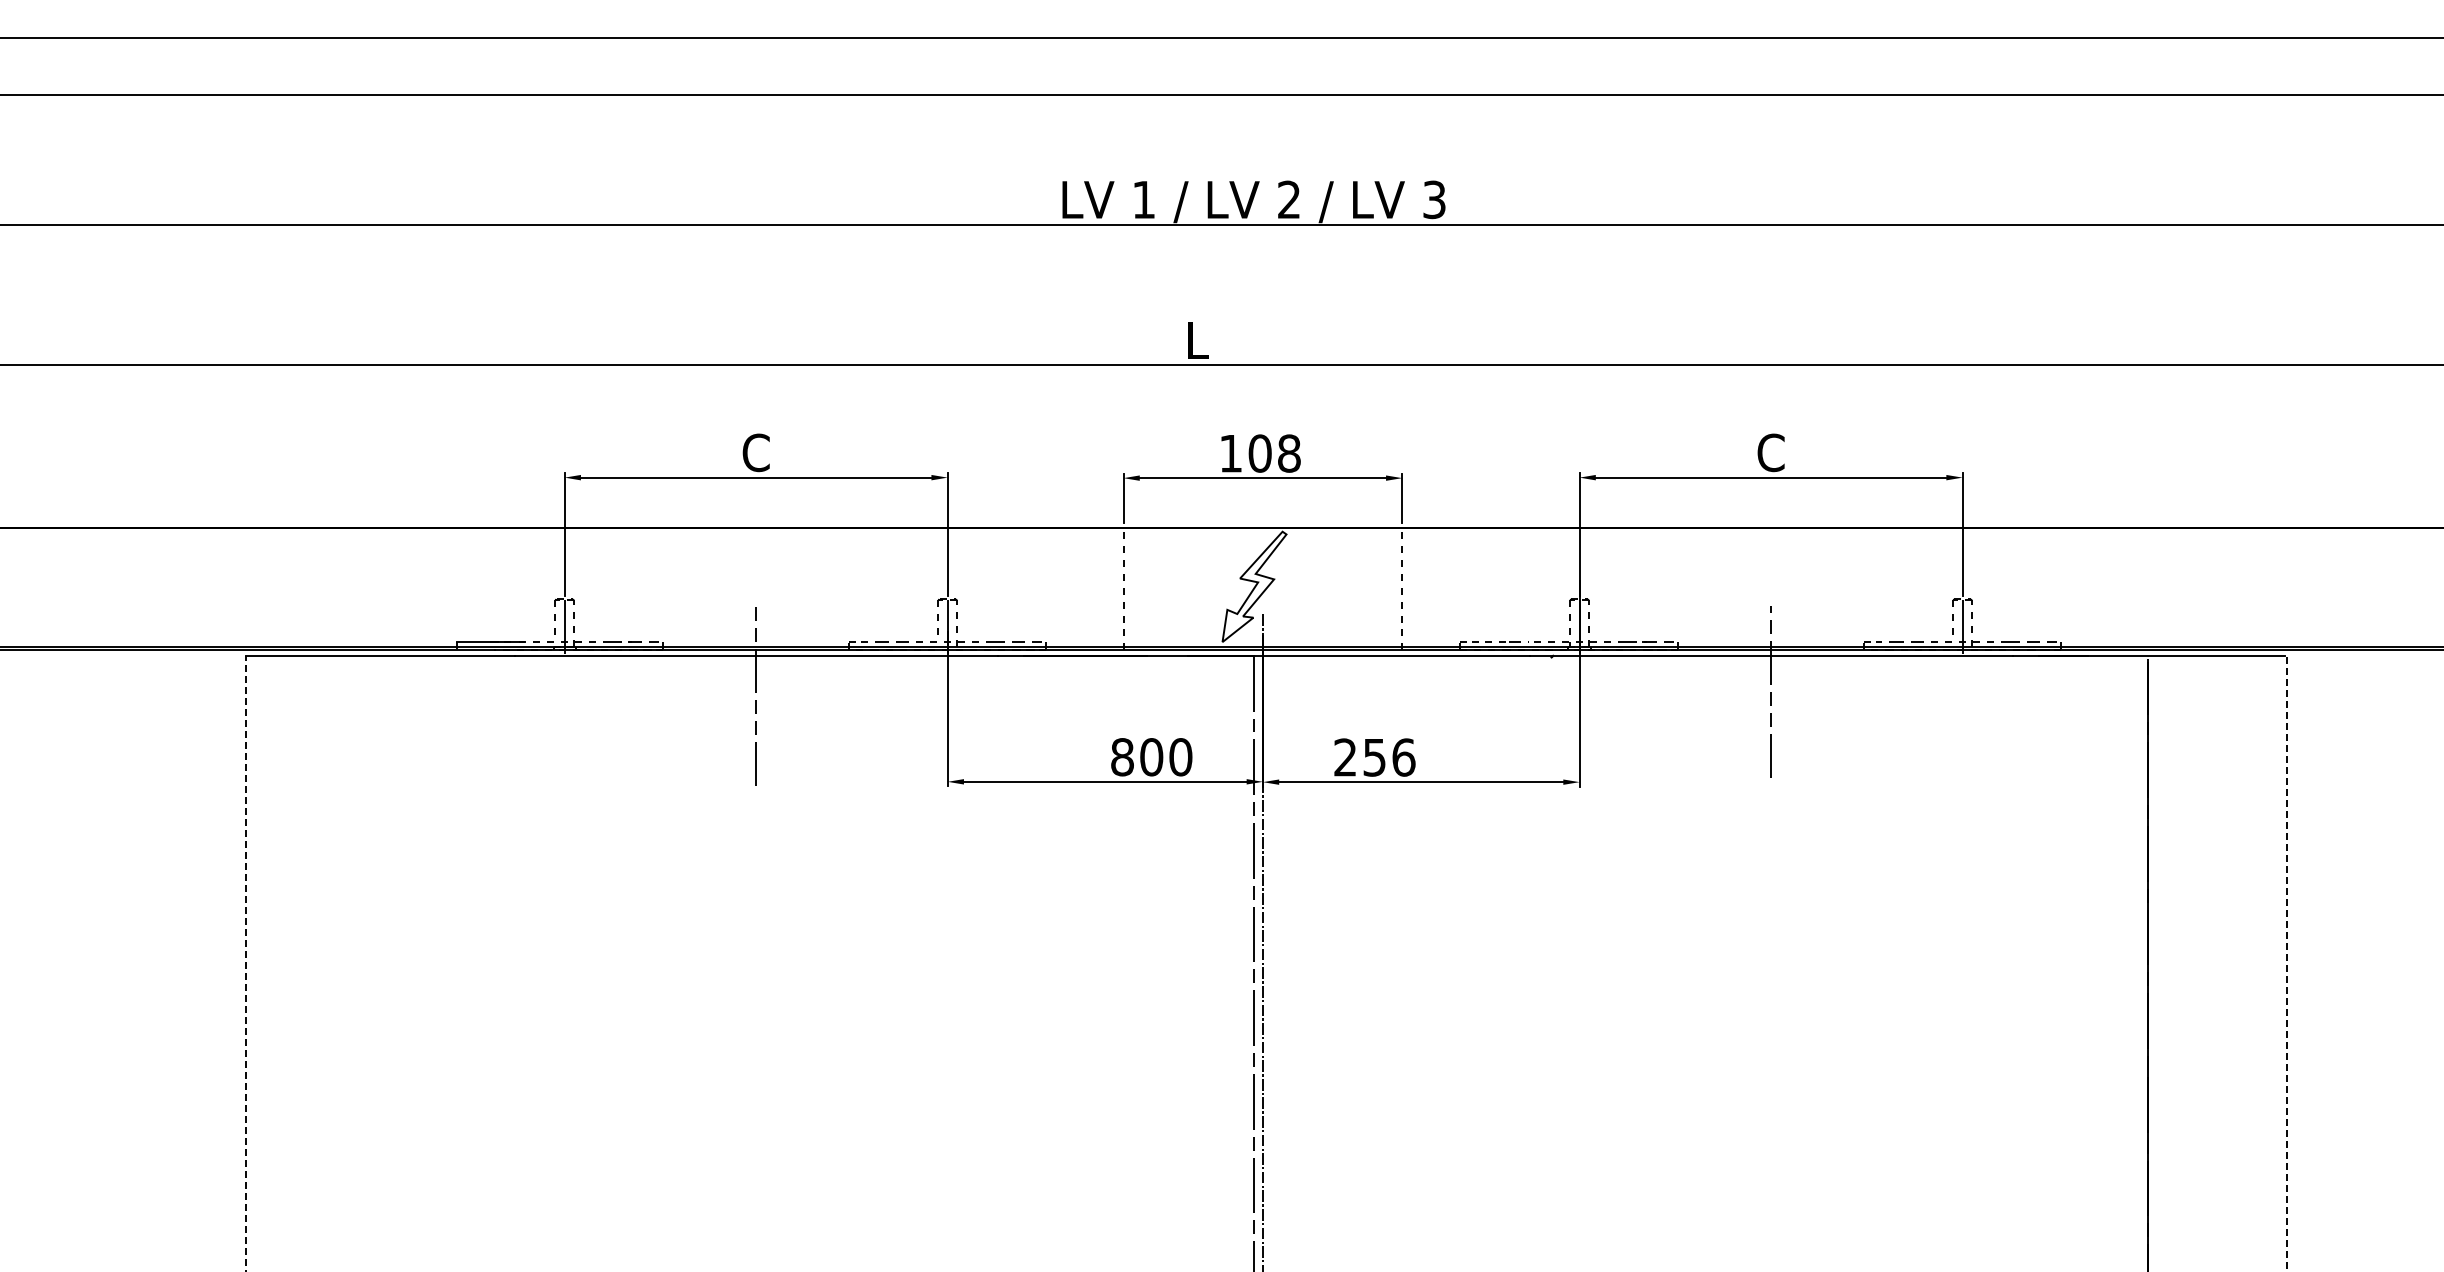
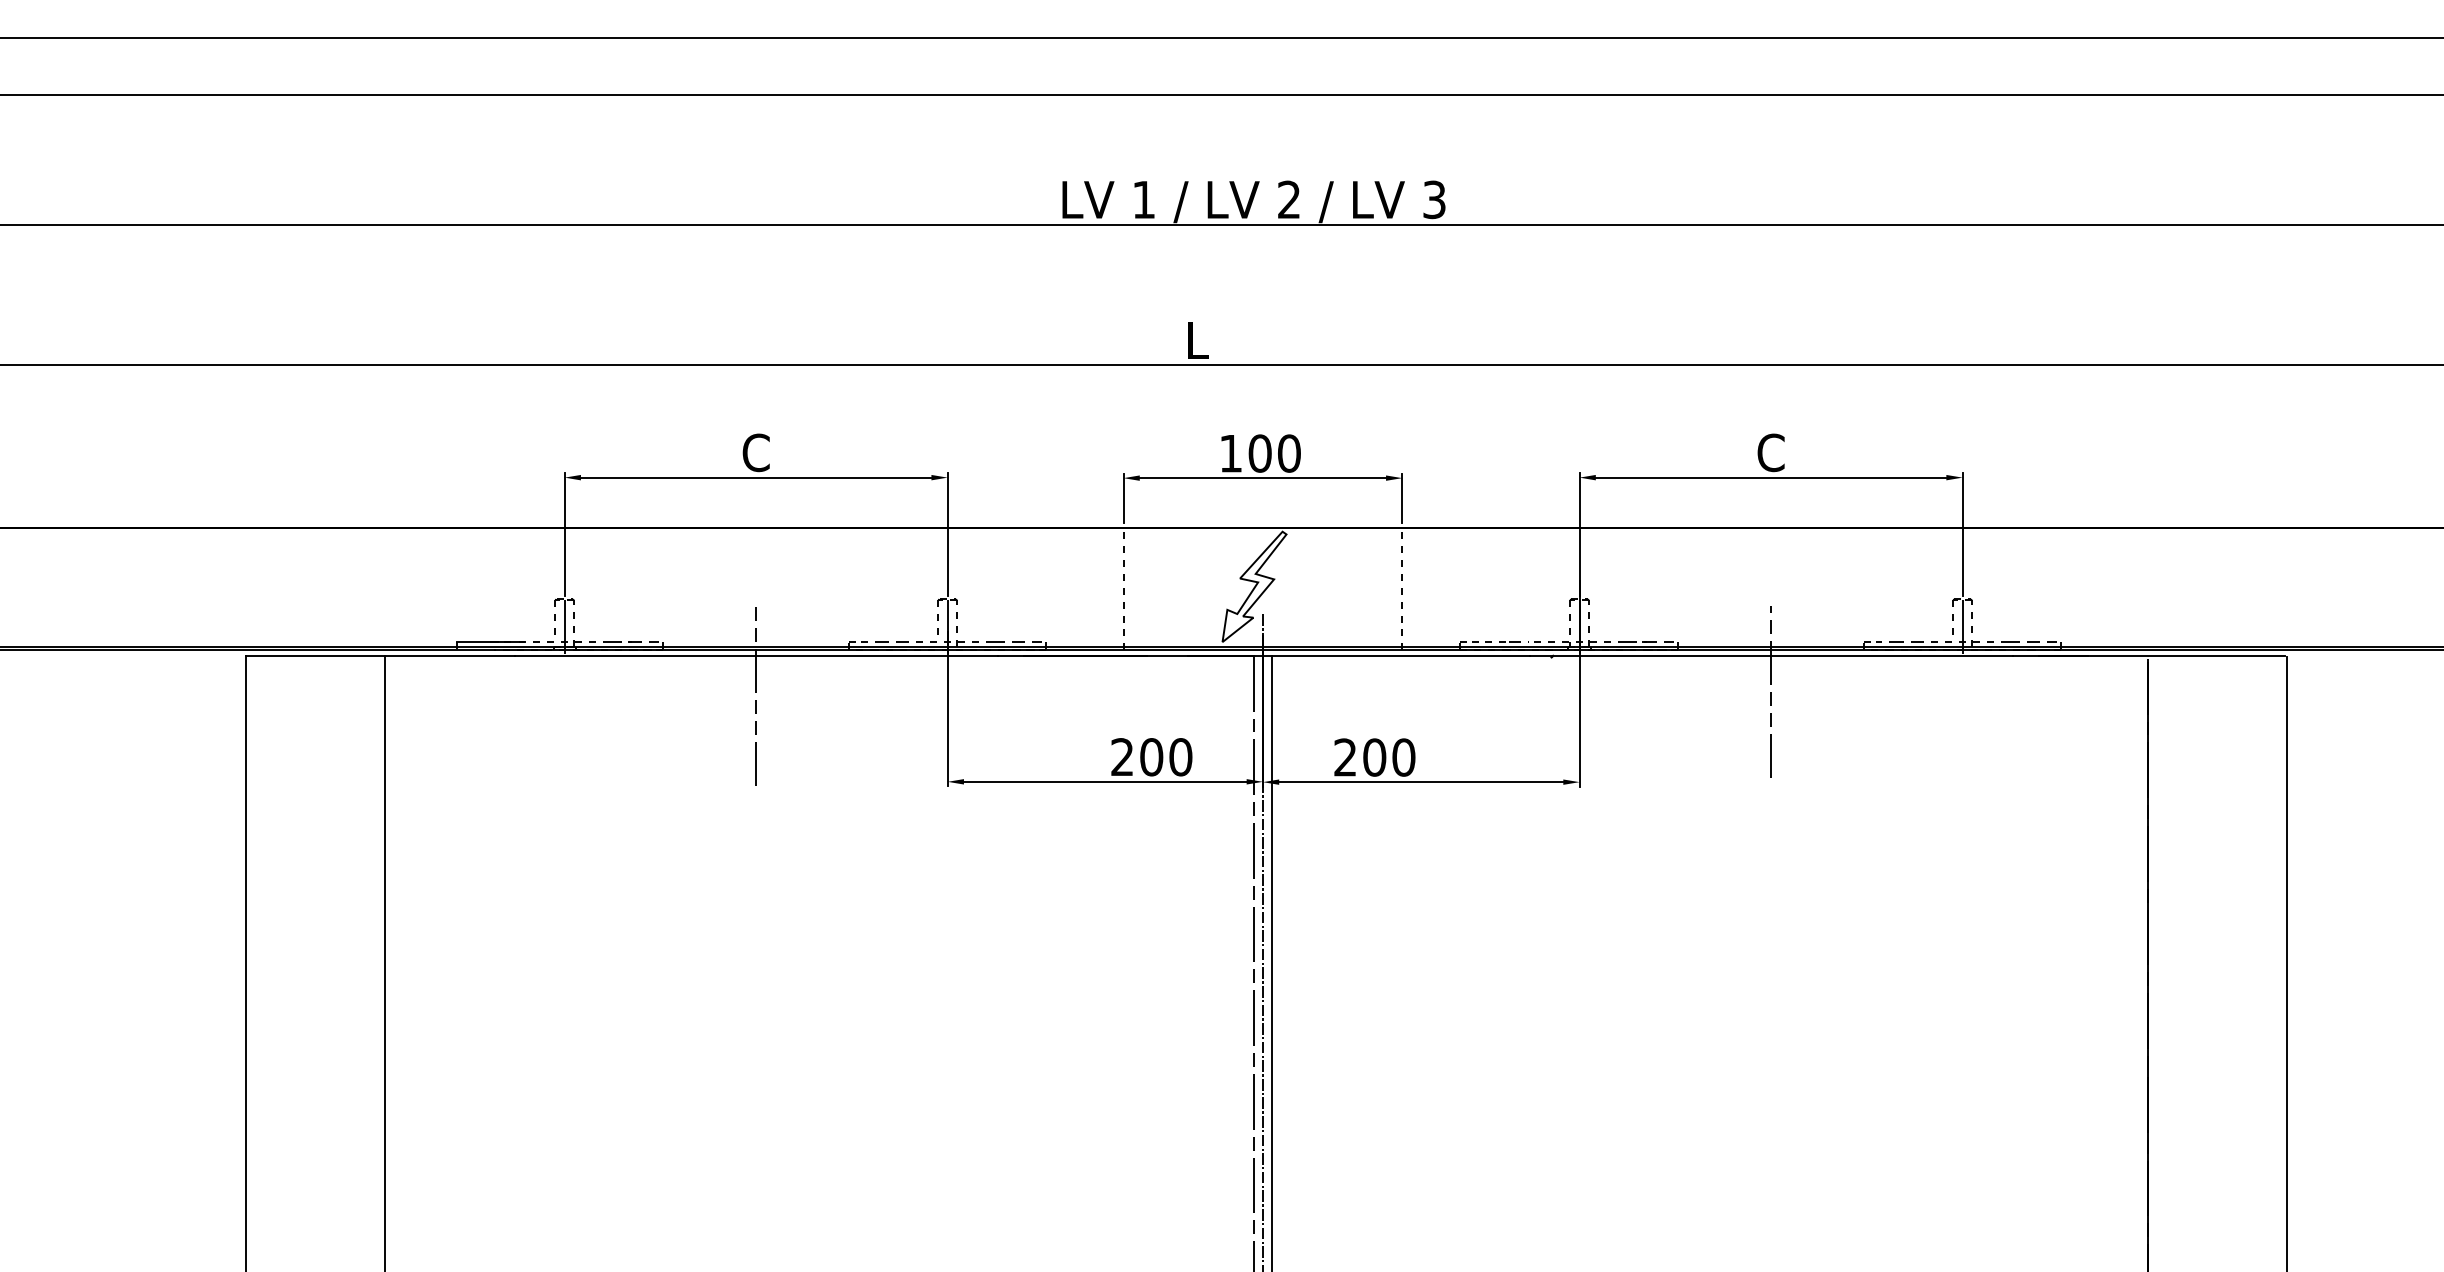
text at (1289, 453): 108 -> 100
text at (1122, 757): 800 -> 200
text at (1389, 757): 256 -> 200
line at (385, 961): none -> present
line at (1272, 961): none -> present
line at (245, 963): dashed -> solid
line at (2287, 964): dashed -> solid
